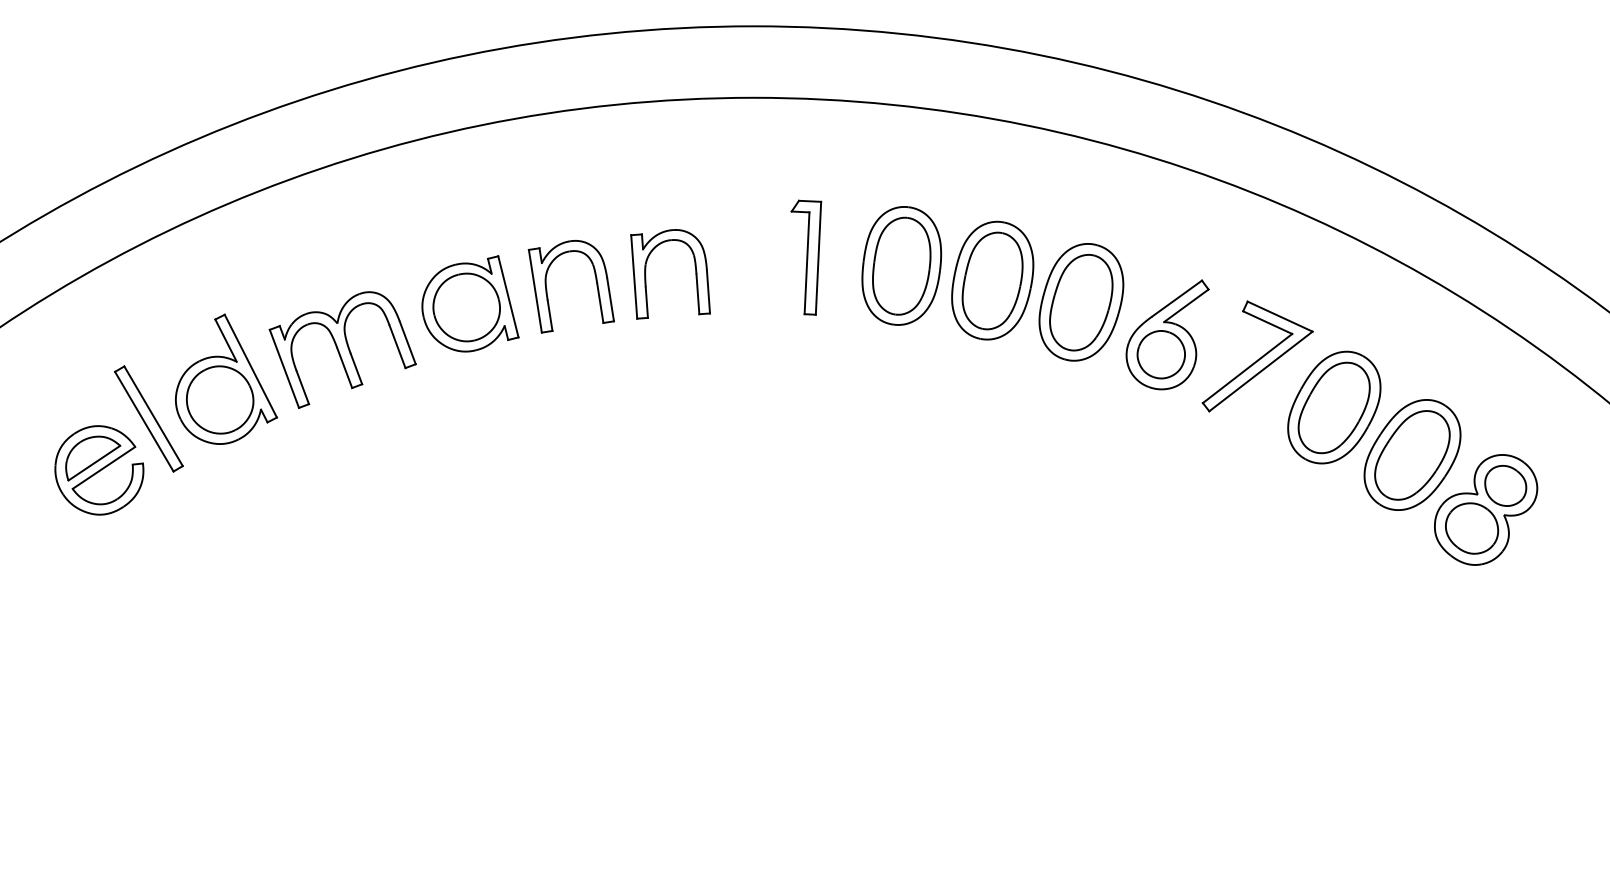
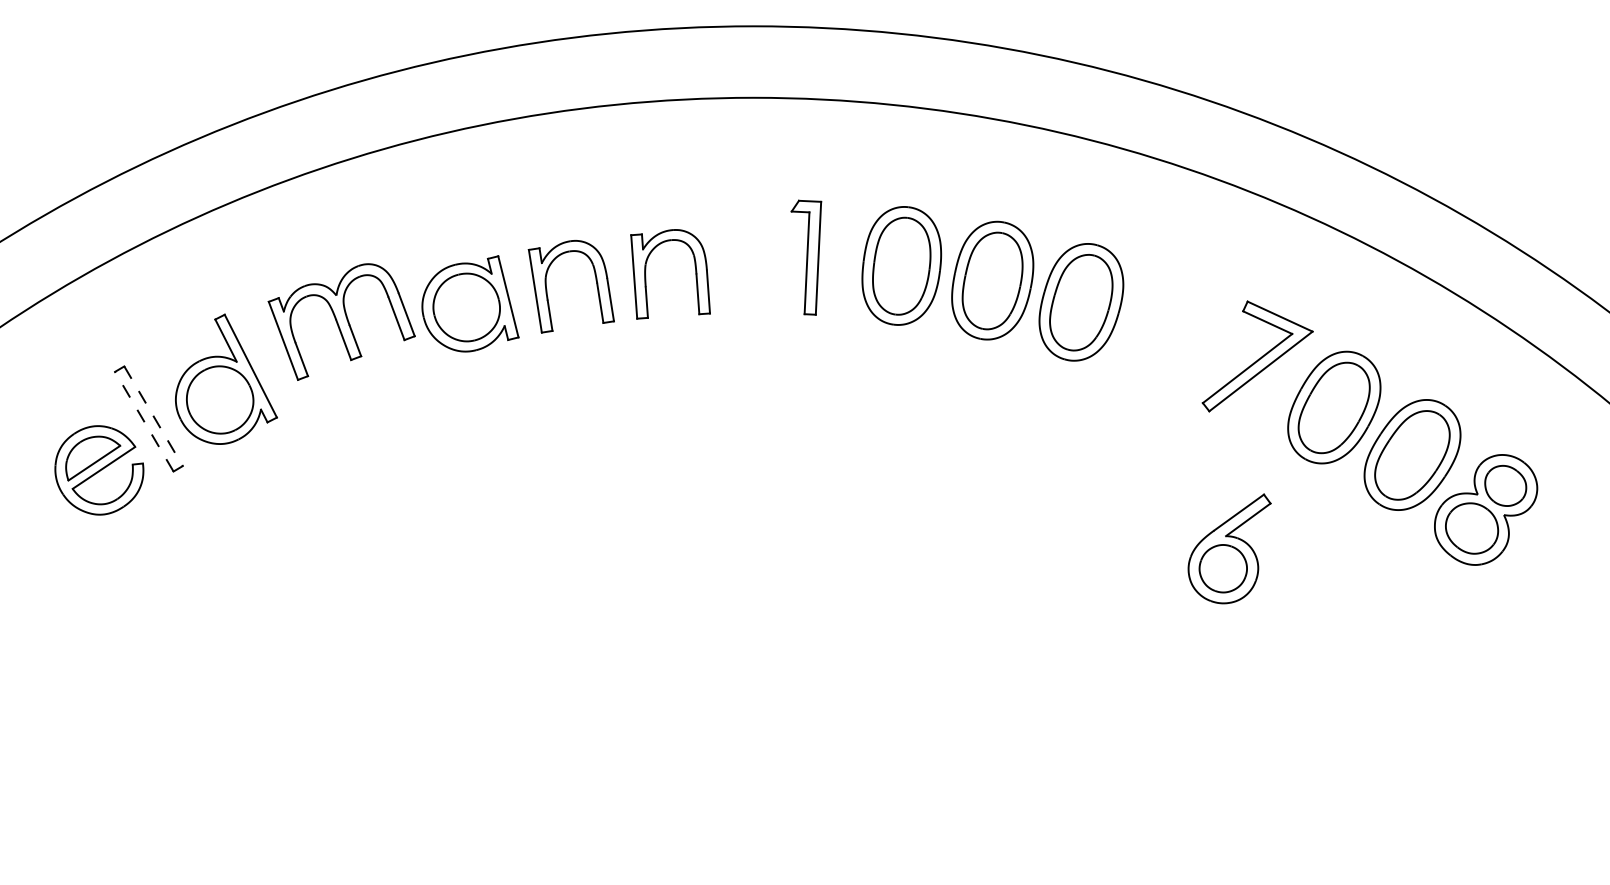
part at (1167, 334) position: (1167, 334) -> (1229, 548)
part at (342, 349) position: (342, 349) -> (341, 321)
line at (153, 416): solid -> dashed
line at (144, 421): solid -> dashed
